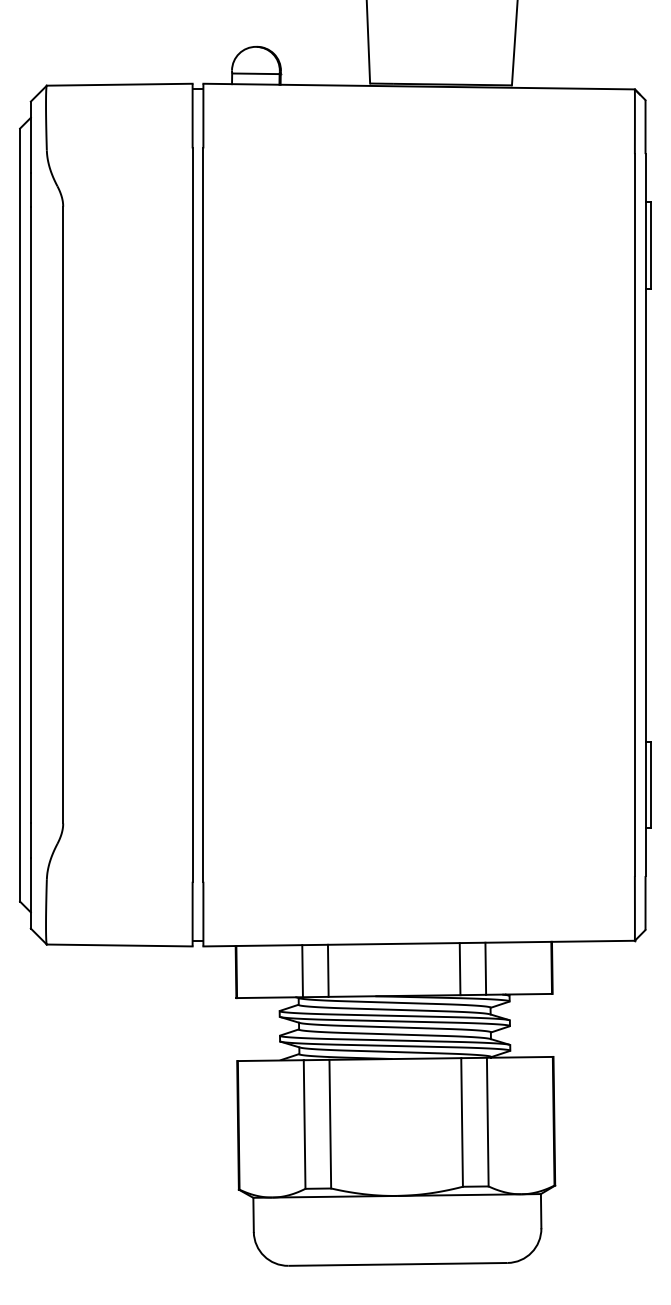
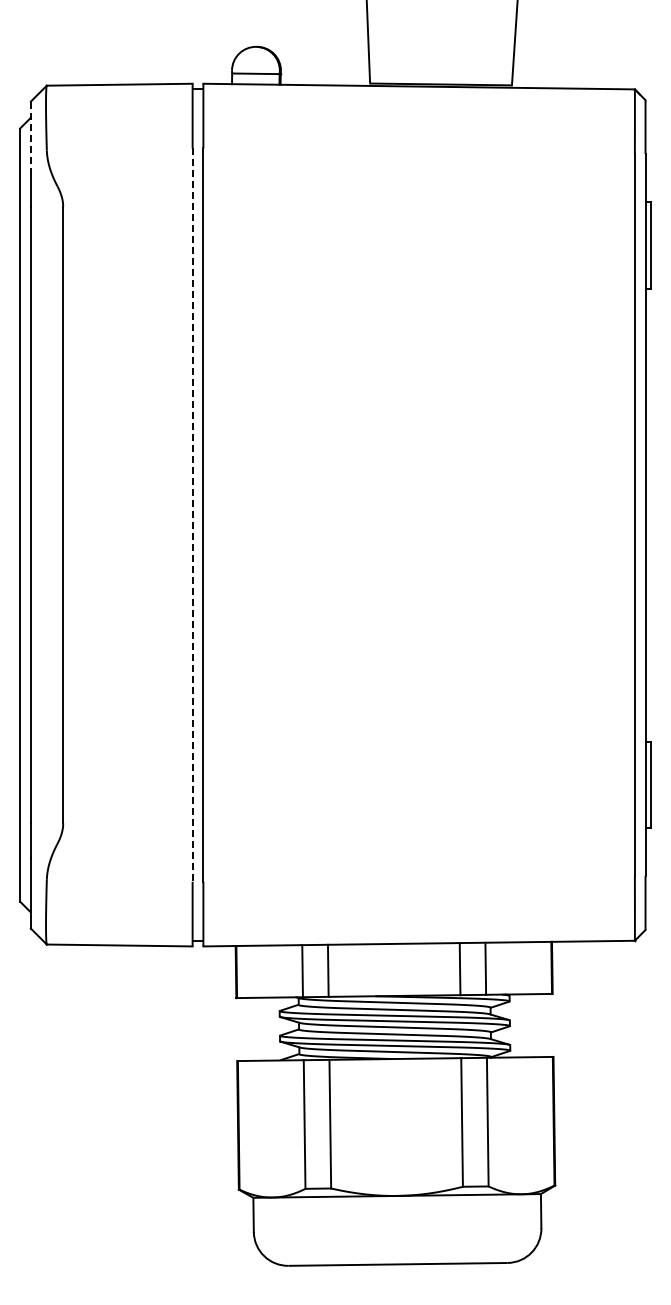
line at (30, 137): solid -> dashed
line at (192, 515): solid -> dashed
